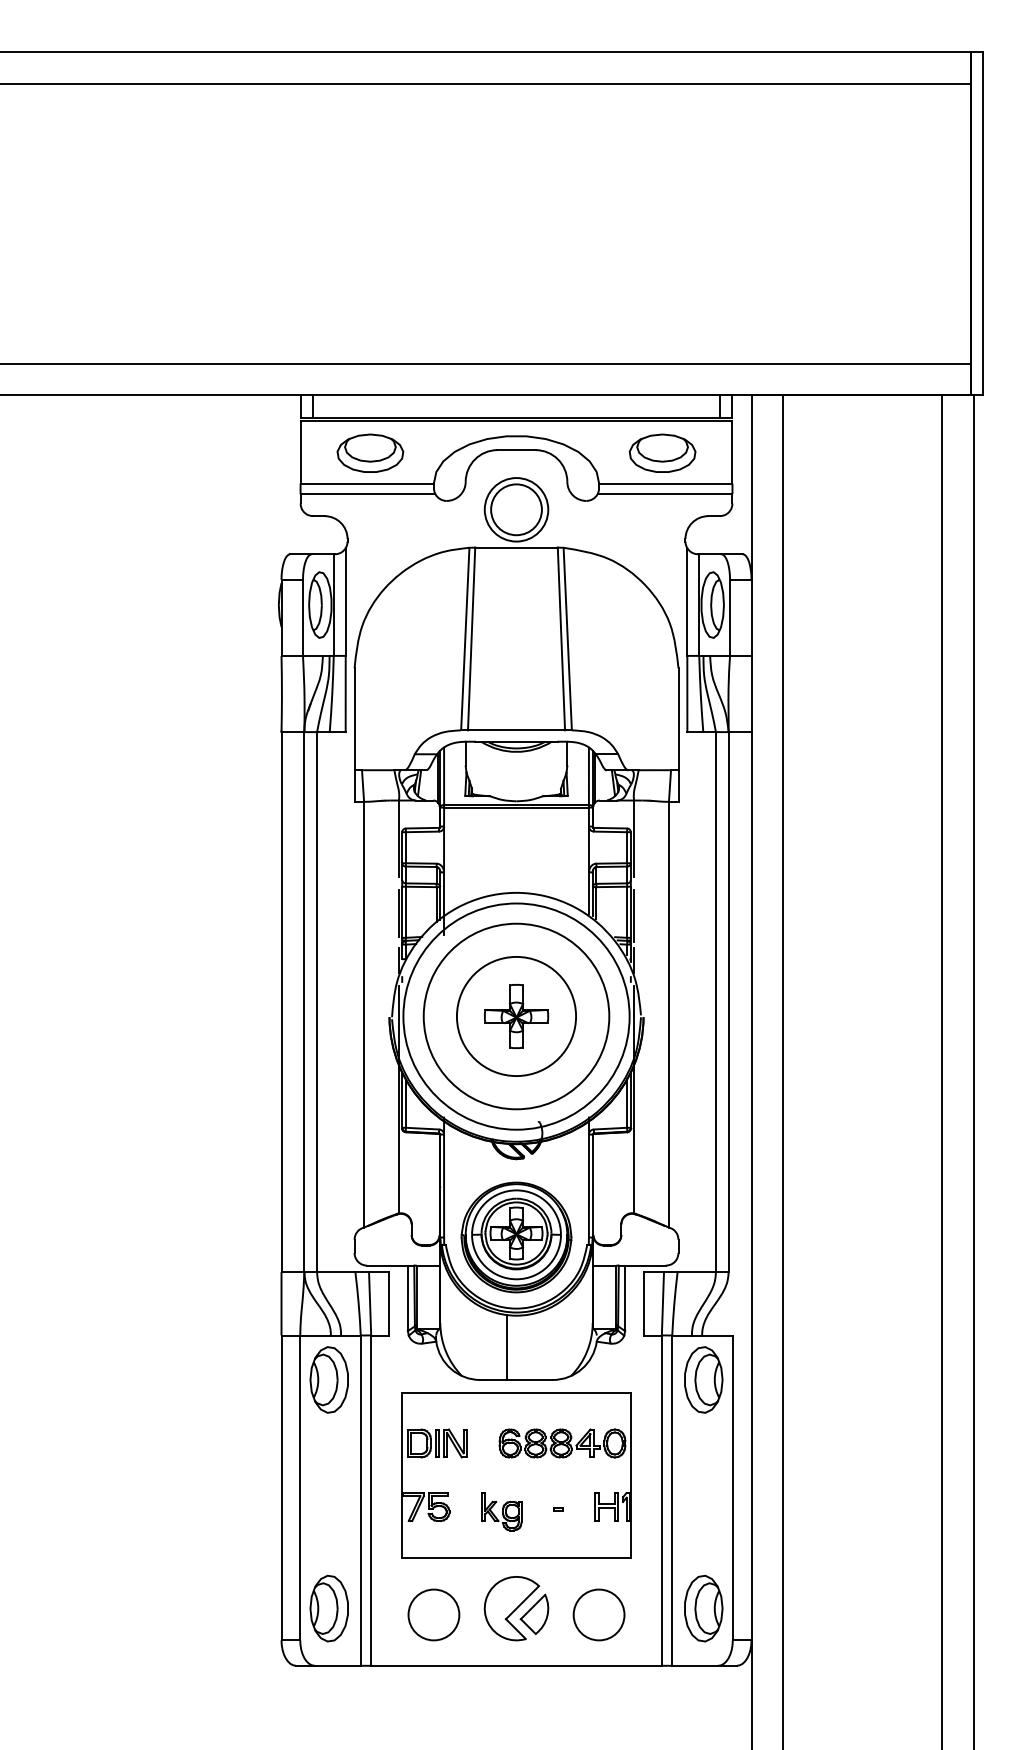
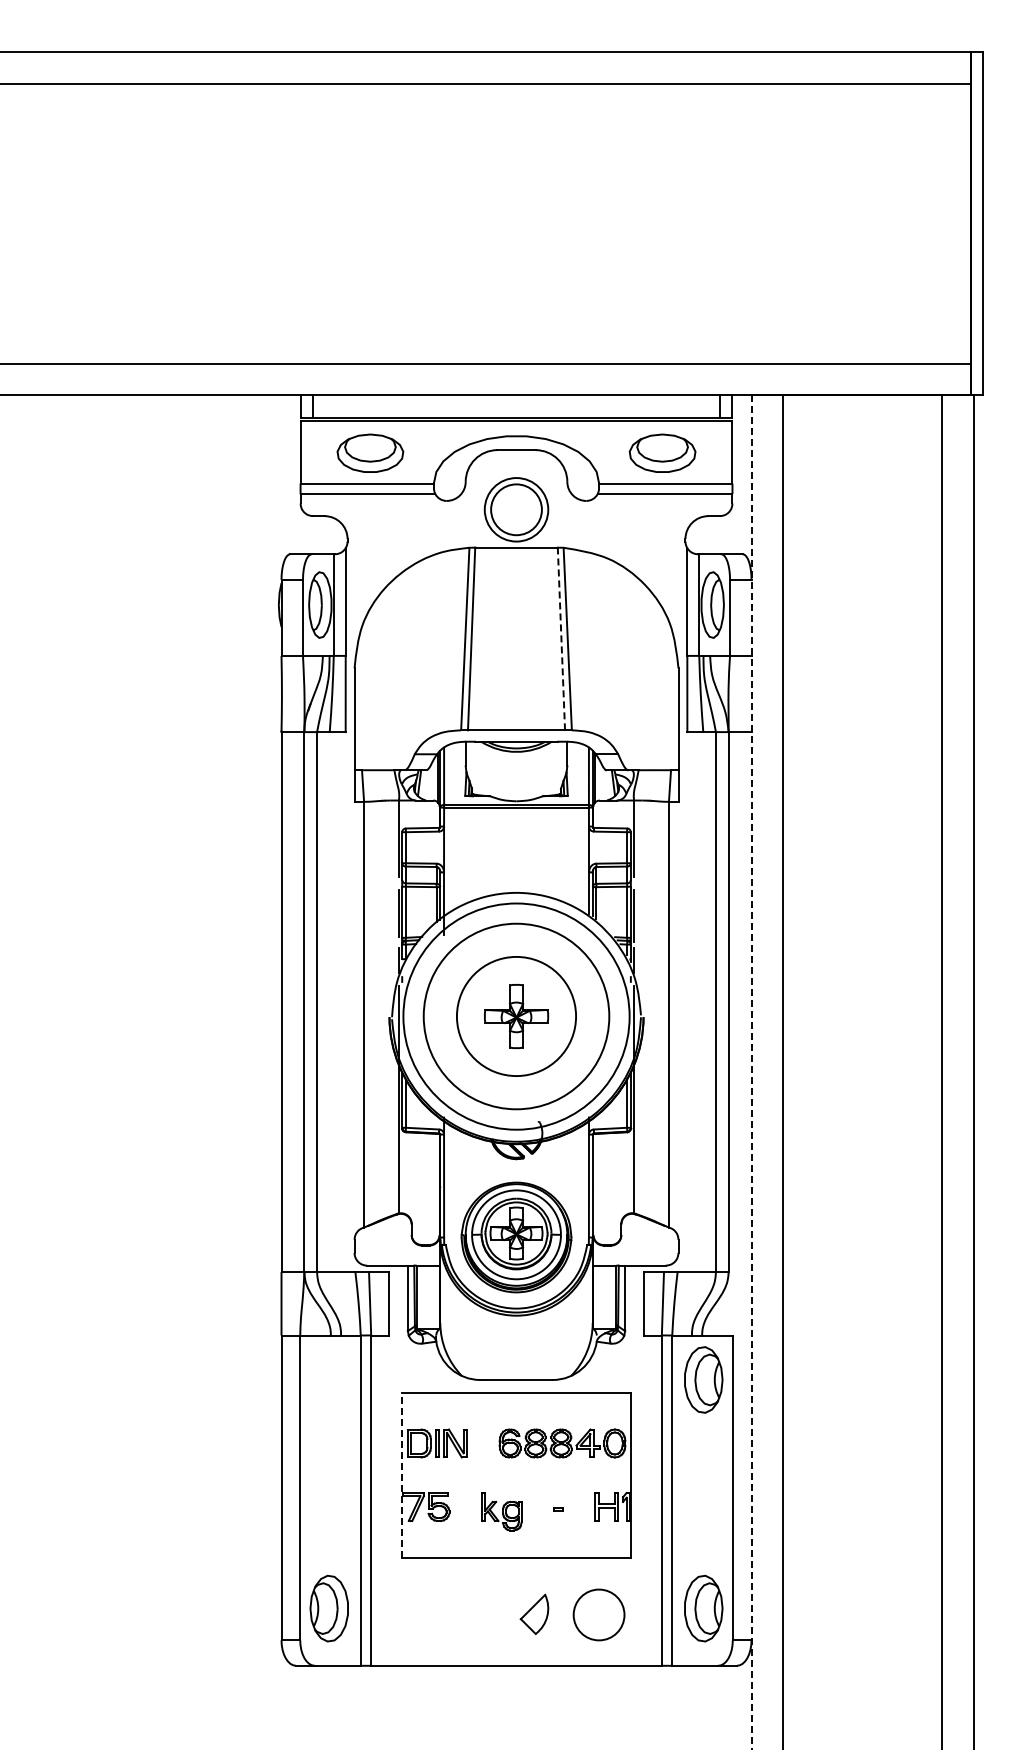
line at (561, 638): solid -> dashed
line at (751, 1072): solid -> dashed
line at (507, 1347): present -> none
part at (328, 1379): present -> none
line at (402, 1475): solid -> dashed
part at (511, 1608): present -> none
circle at (433, 1614): present -> none
